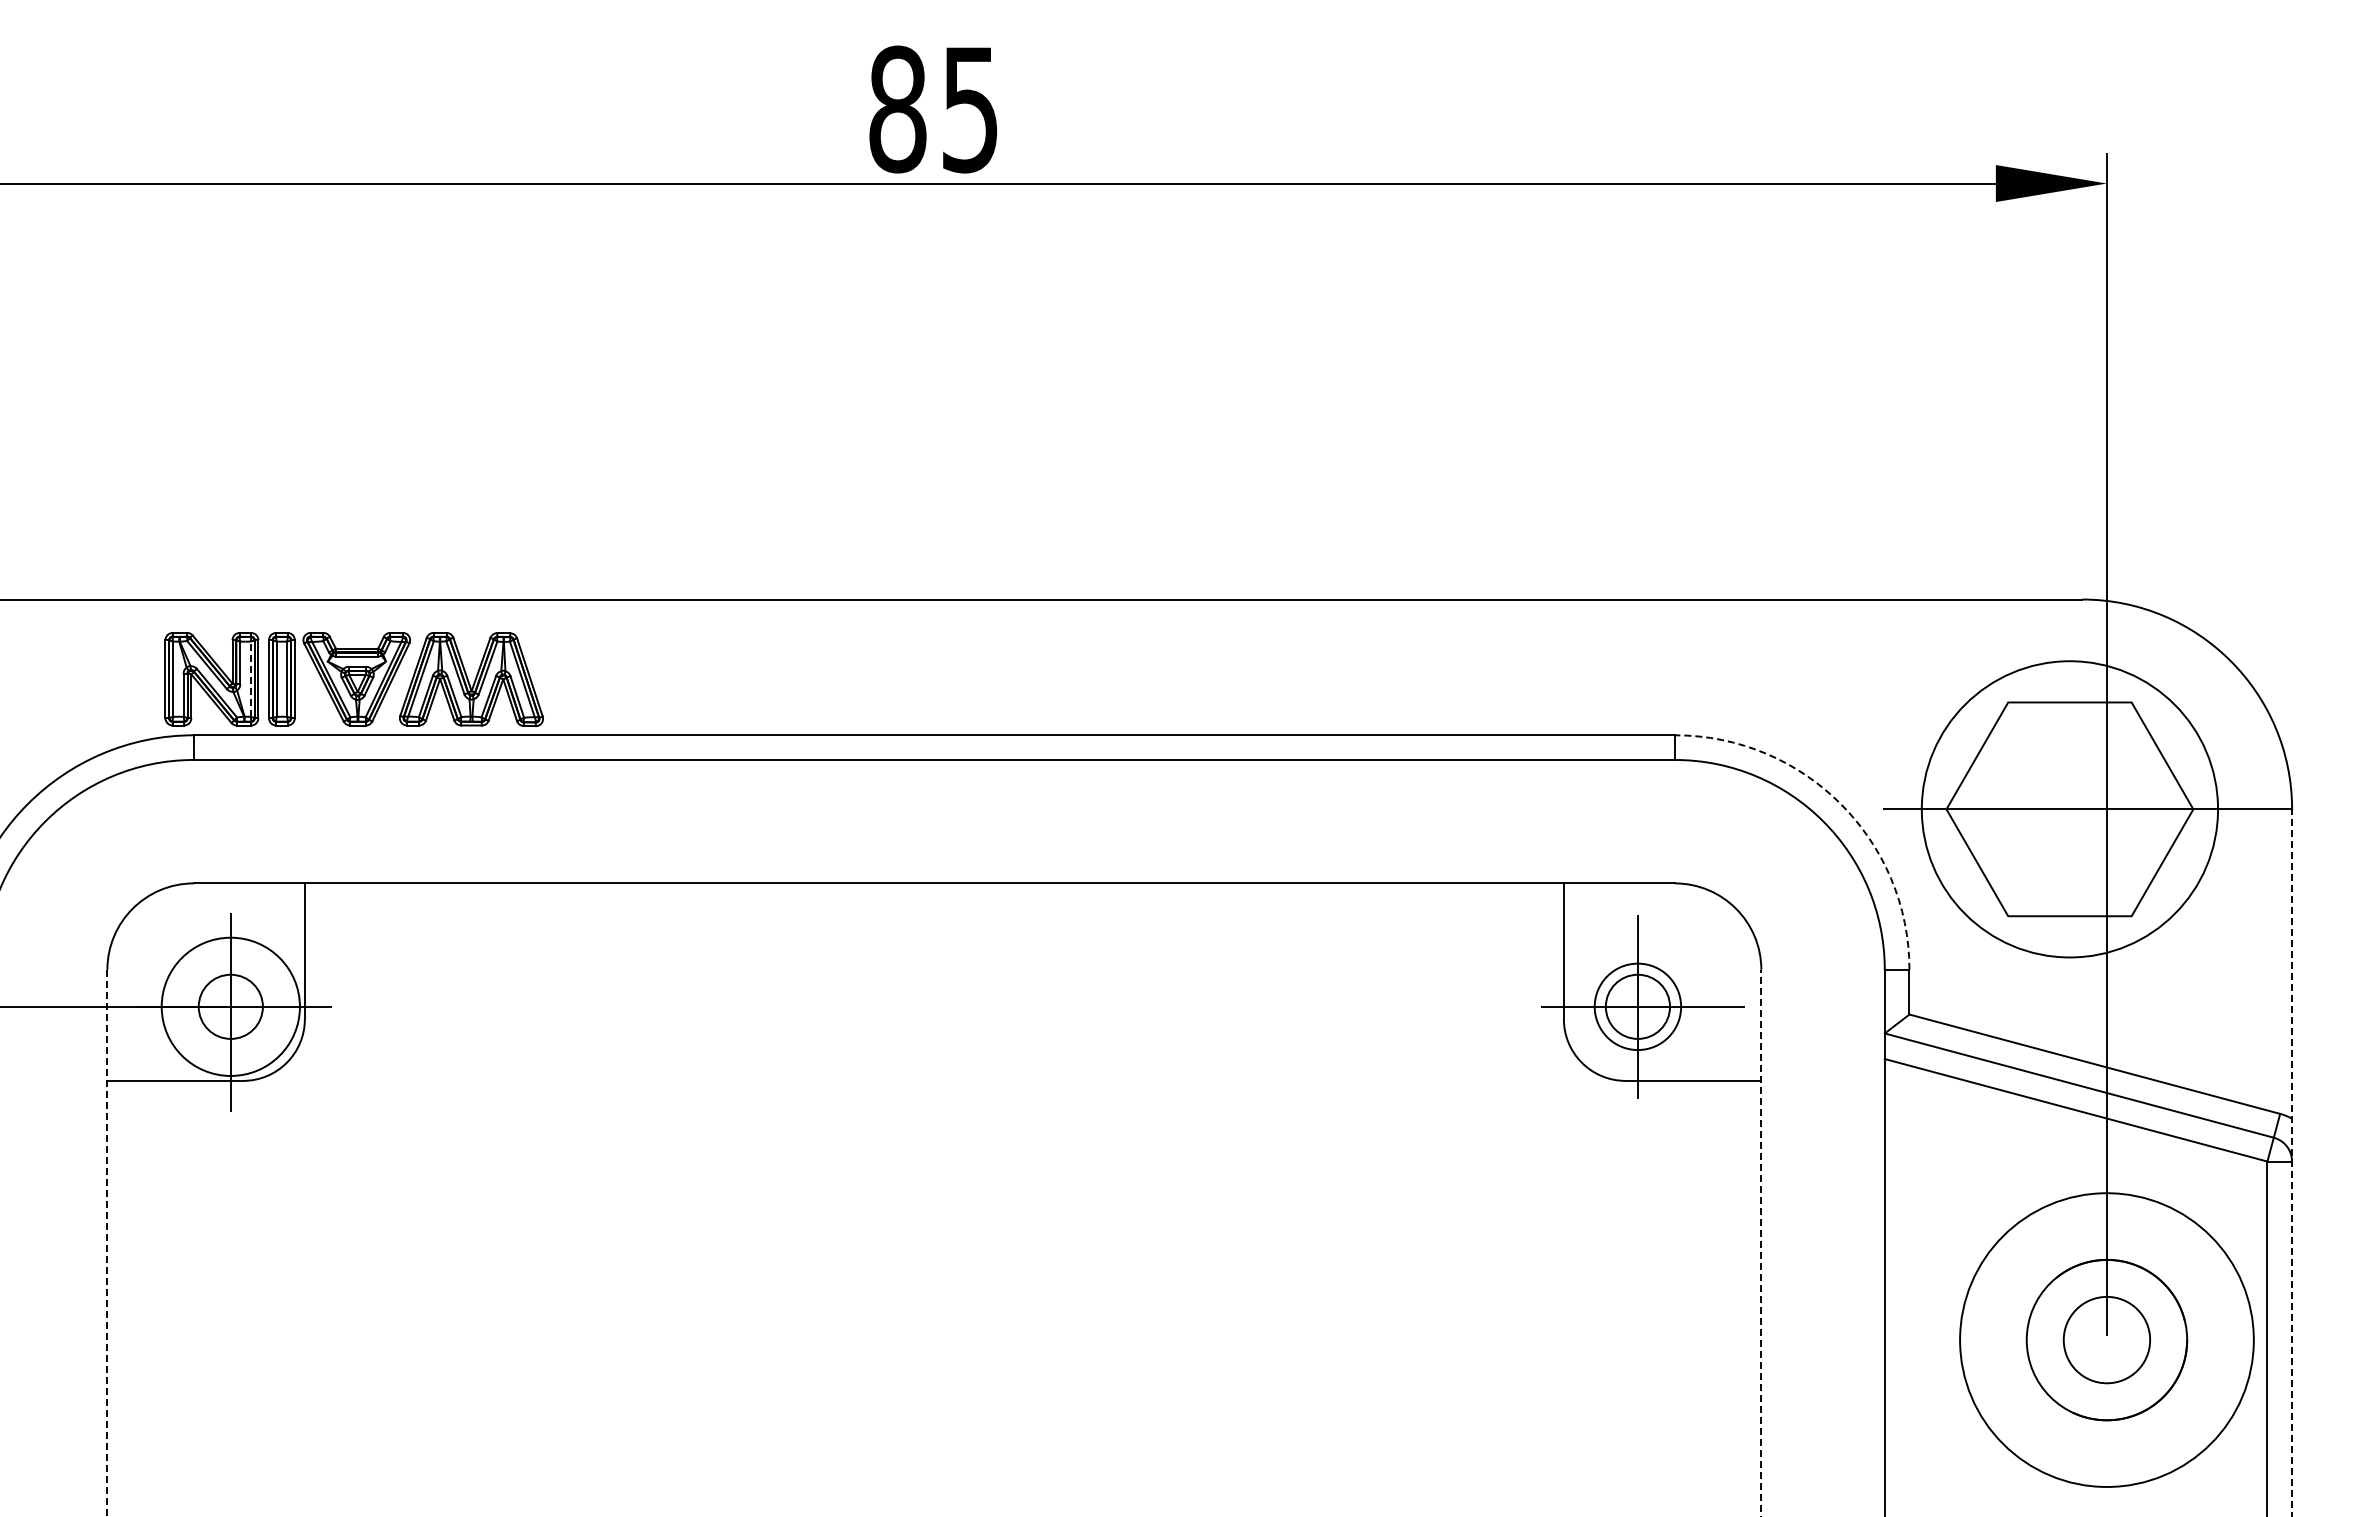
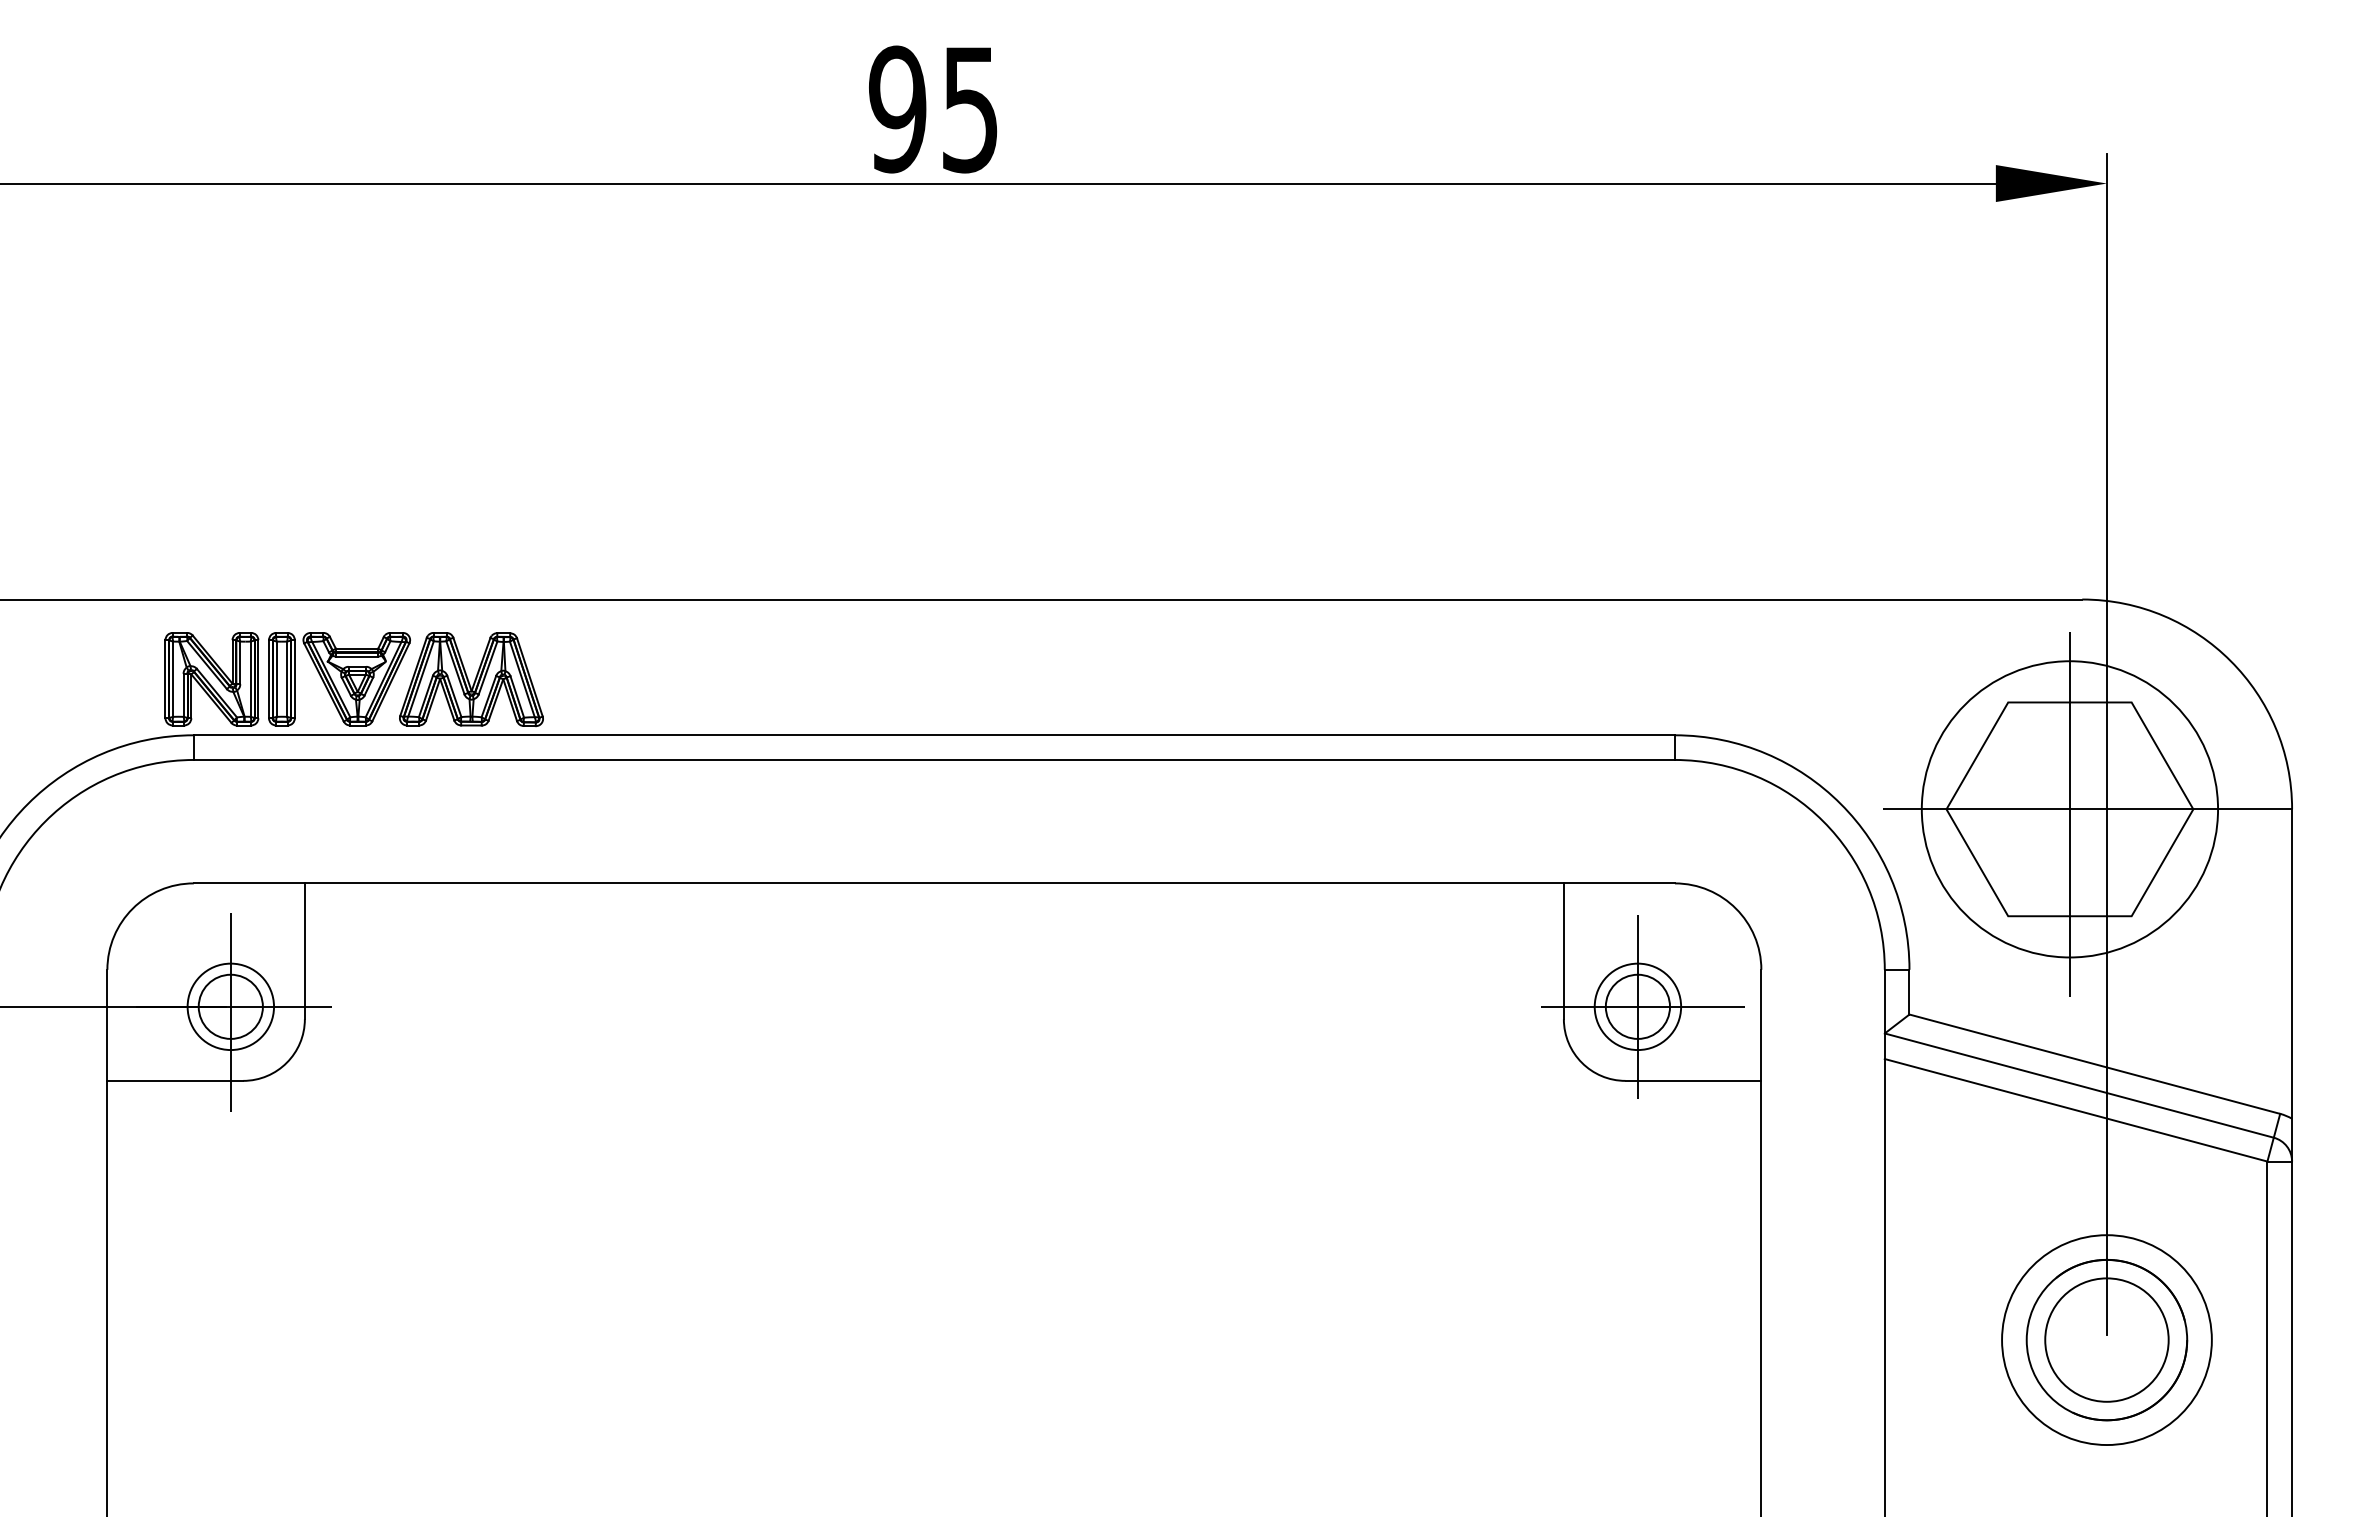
text at (897, 109): 85 -> 95
line at (250, 679): dashed -> solid
arc at (1840, 803): dashed -> solid
line at (2069, 814): none -> present
circle at (230, 1006) diameter: 138 px -> 86 px
line at (2292, 1162): dashed -> solid
line at (1761, 1242): dashed -> solid
line at (107, 1243): dashed -> solid
circle at (2106, 1339) diameter: 294 px -> 210 px
circle at (2106, 1339) diameter: 86 px -> 123 px
